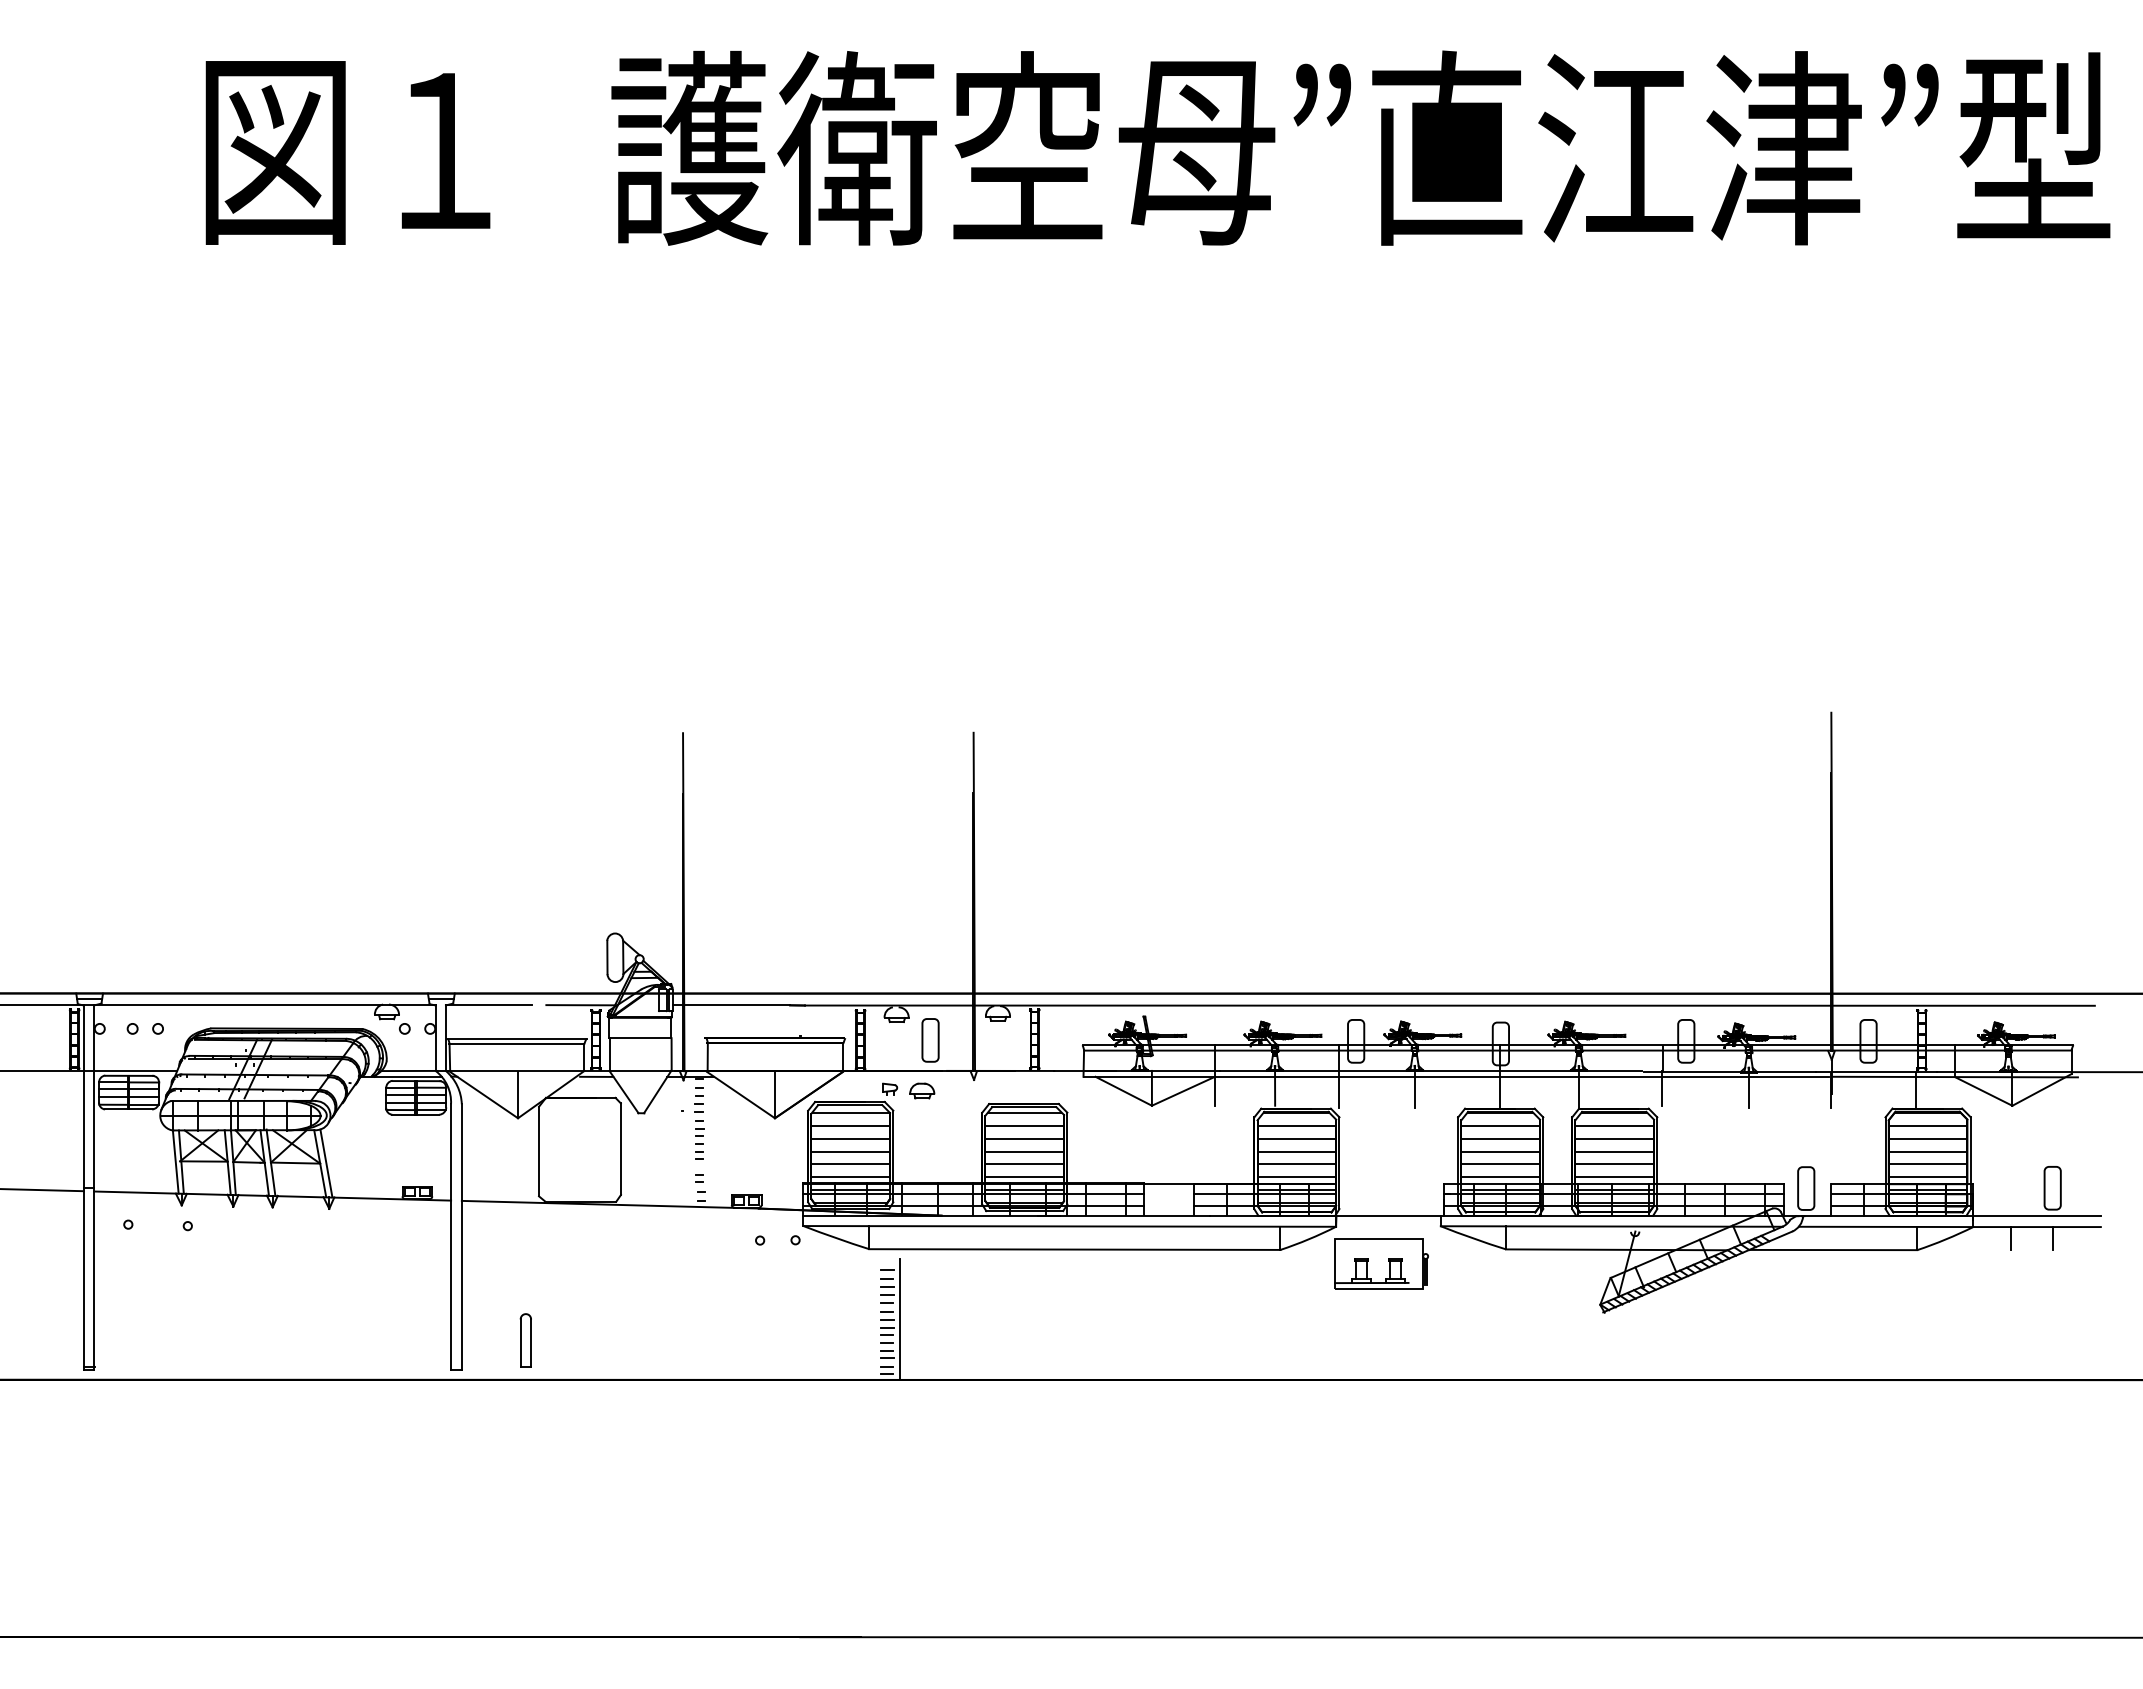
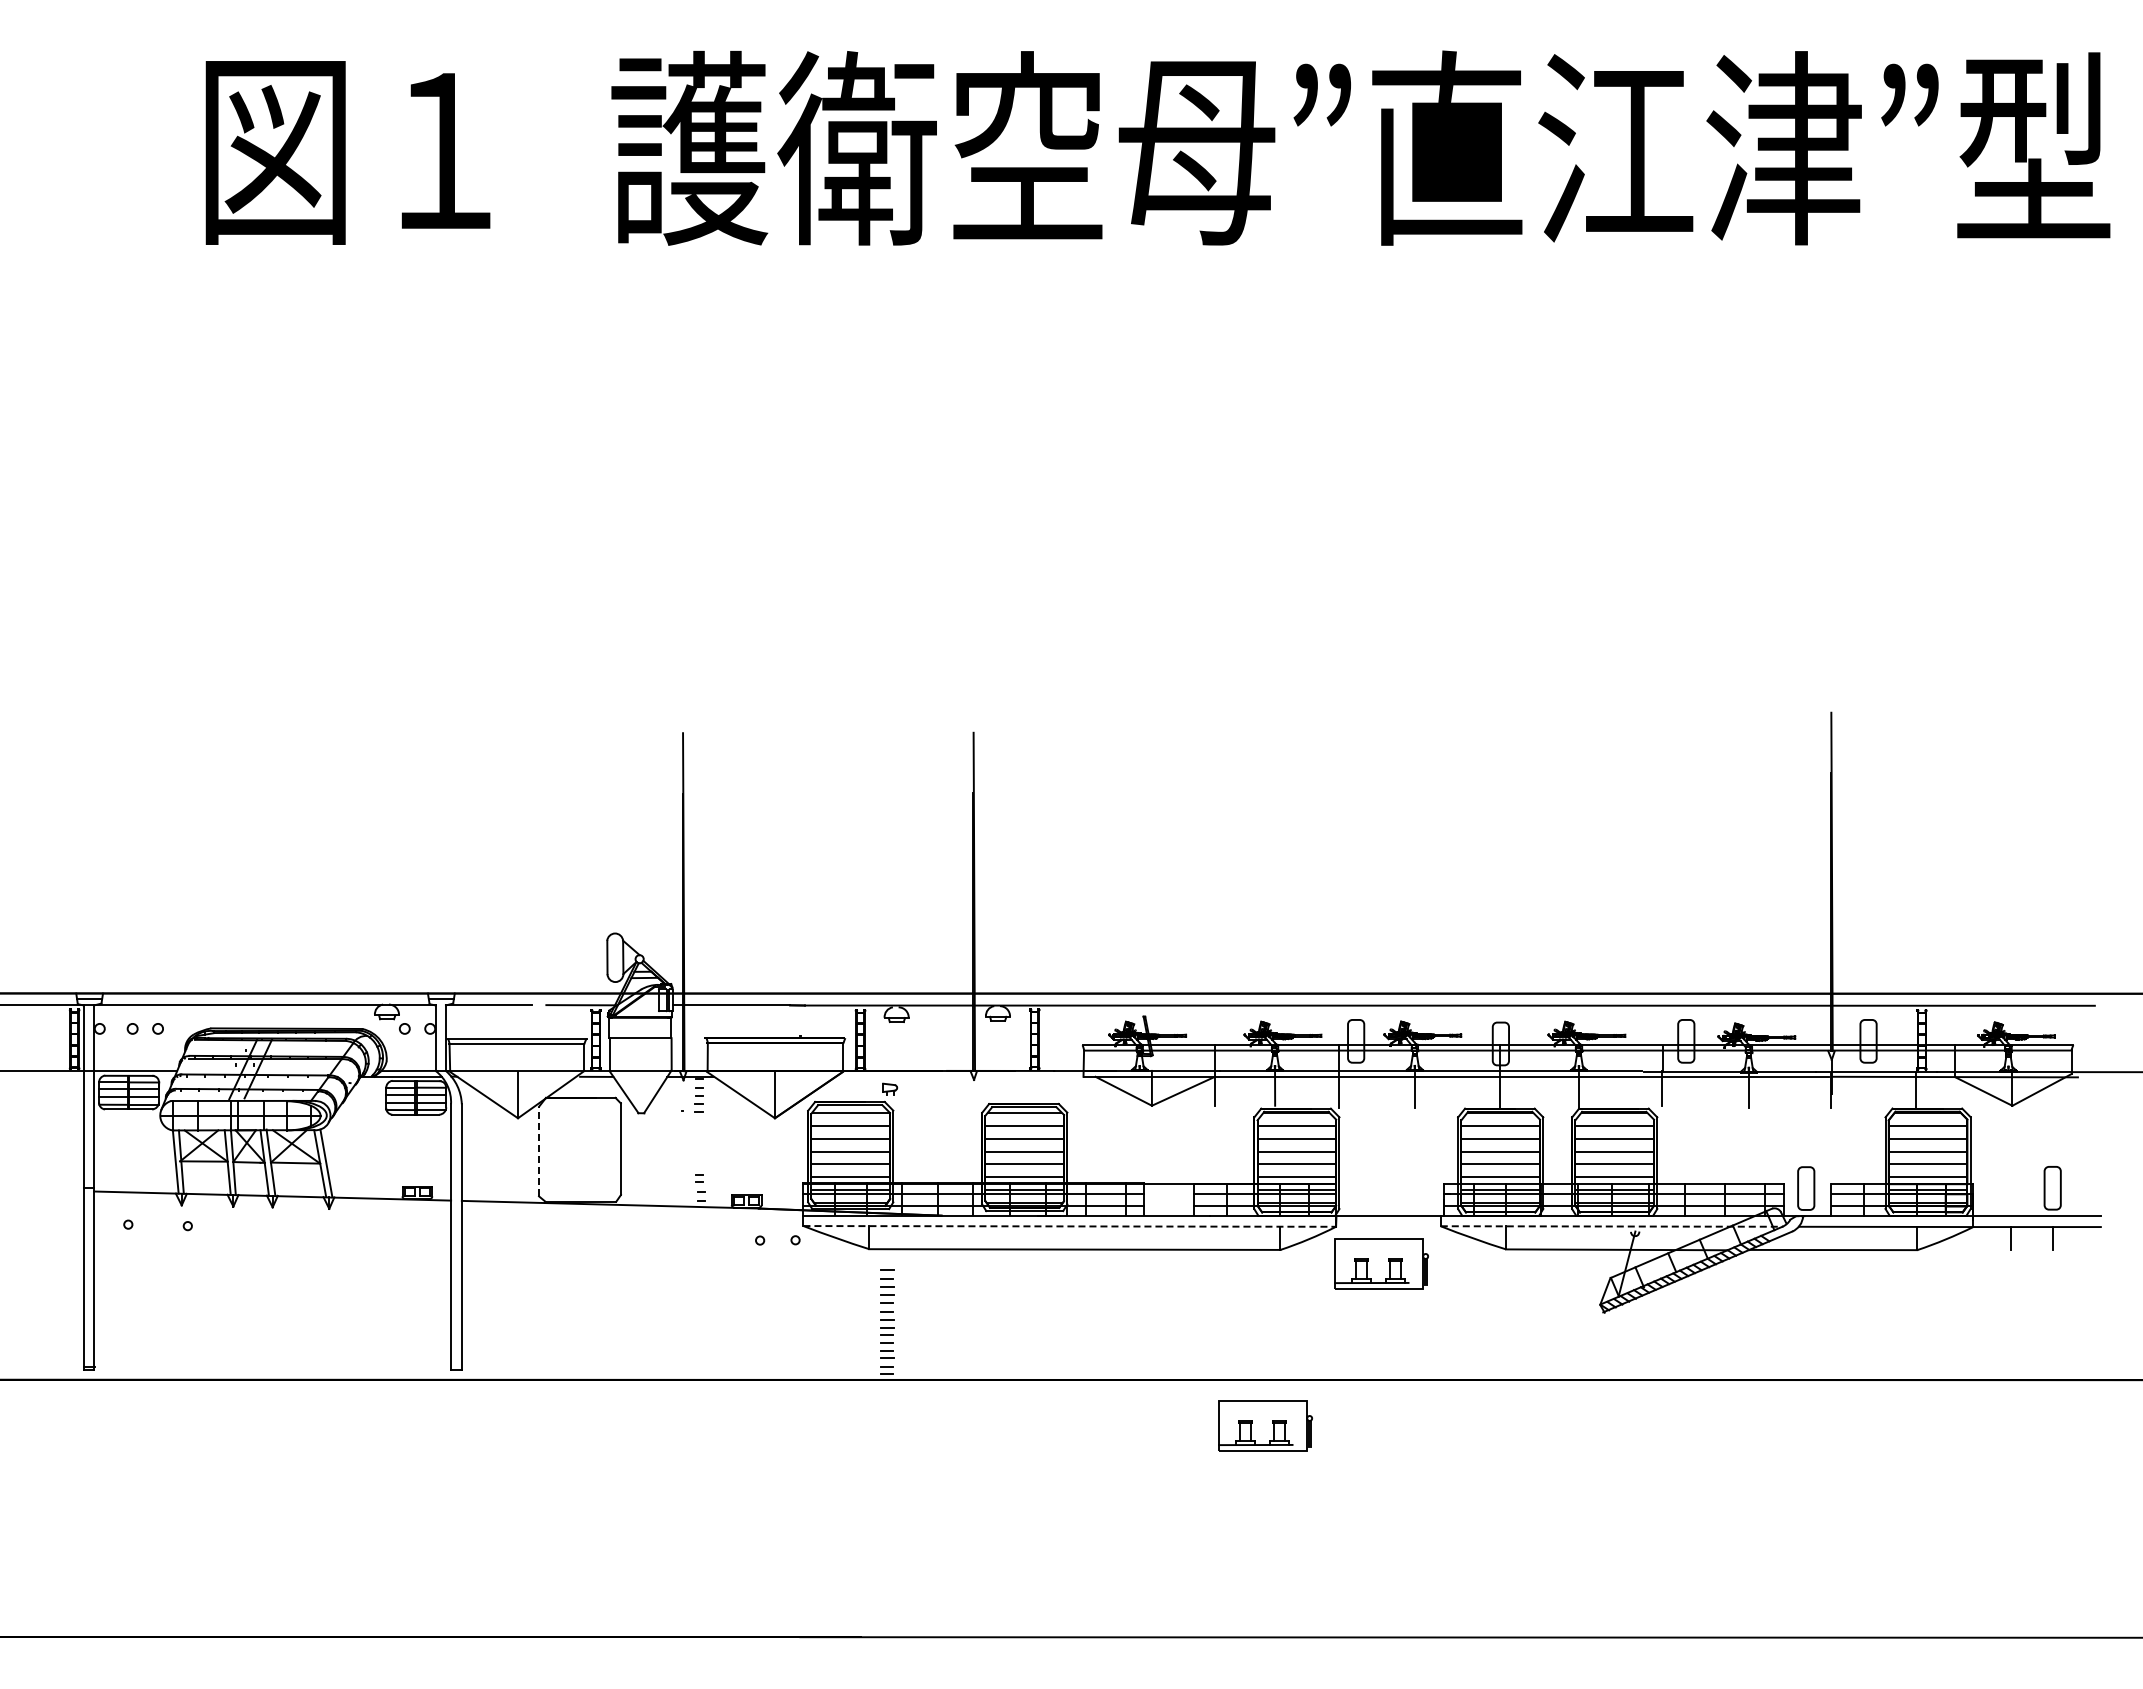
part at (930, 1040): present -> none
part at (922, 1090): present -> none
part at (699, 1139): present -> none
line at (539, 1151): solid -> dashed
line at (42, 1190): present -> none
line at (1070, 1226): solid -> dashed
line at (1612, 1226): solid -> dashed
line at (899, 1319): present -> none
part at (525, 1340): present -> none
part at (1265, 1425): none -> present
